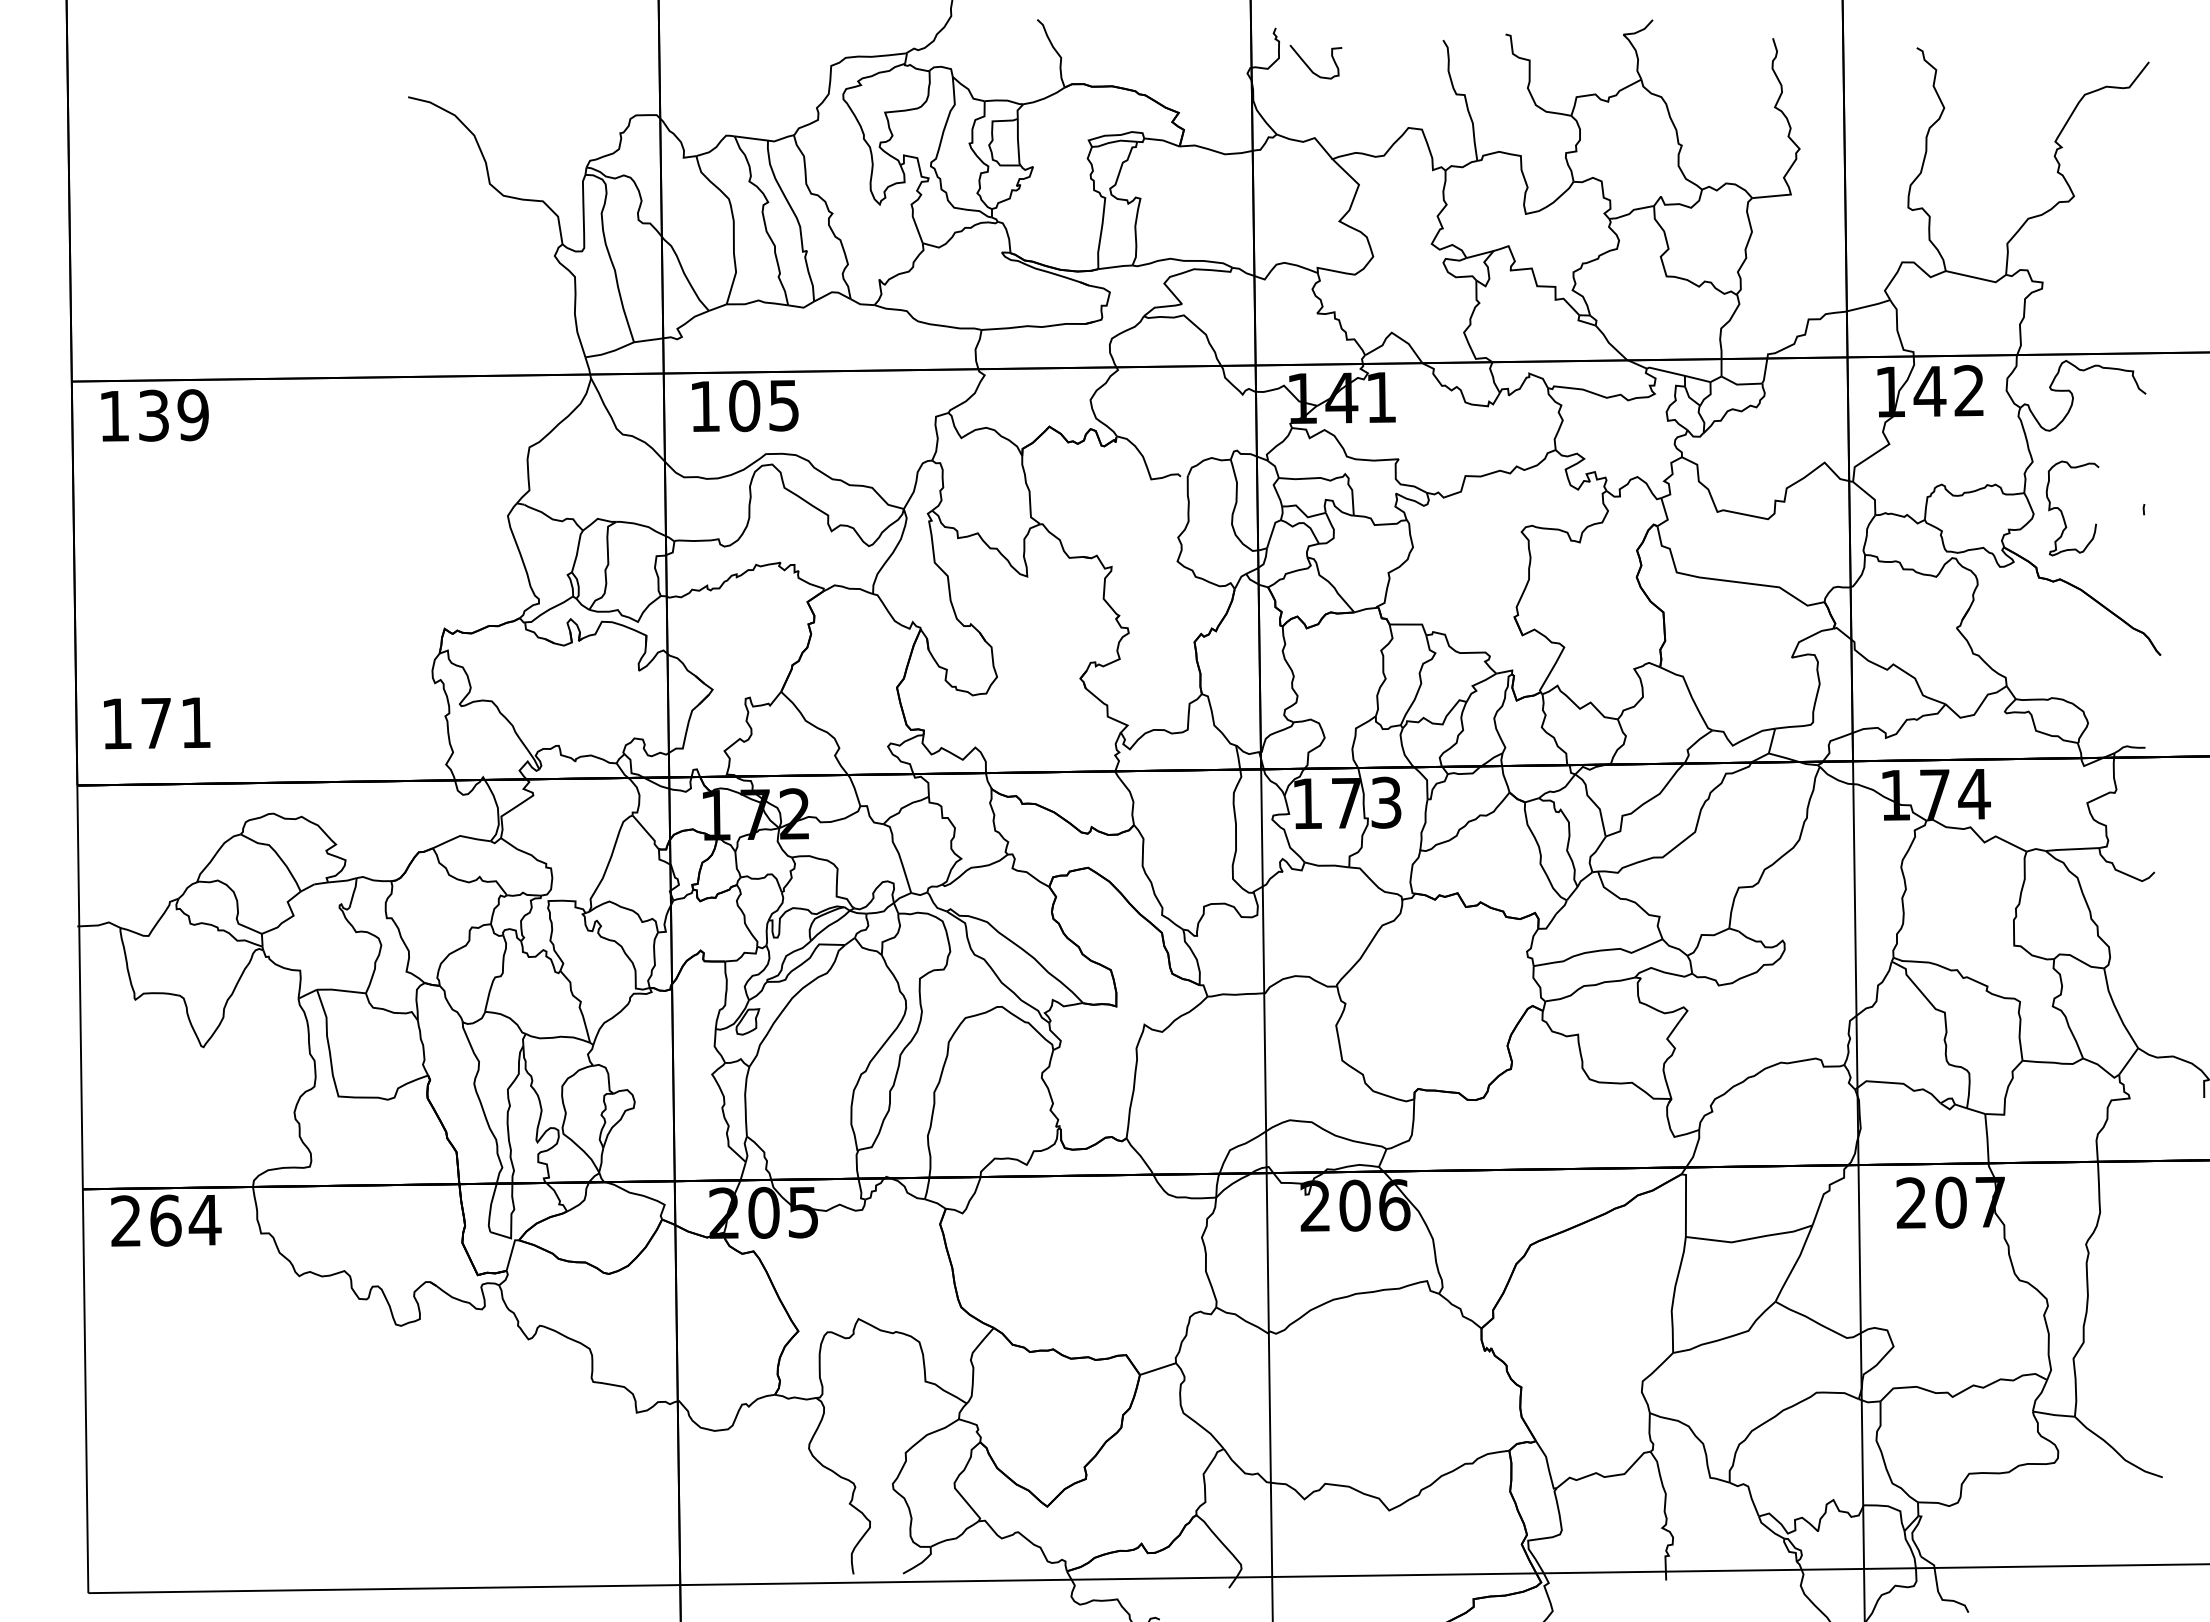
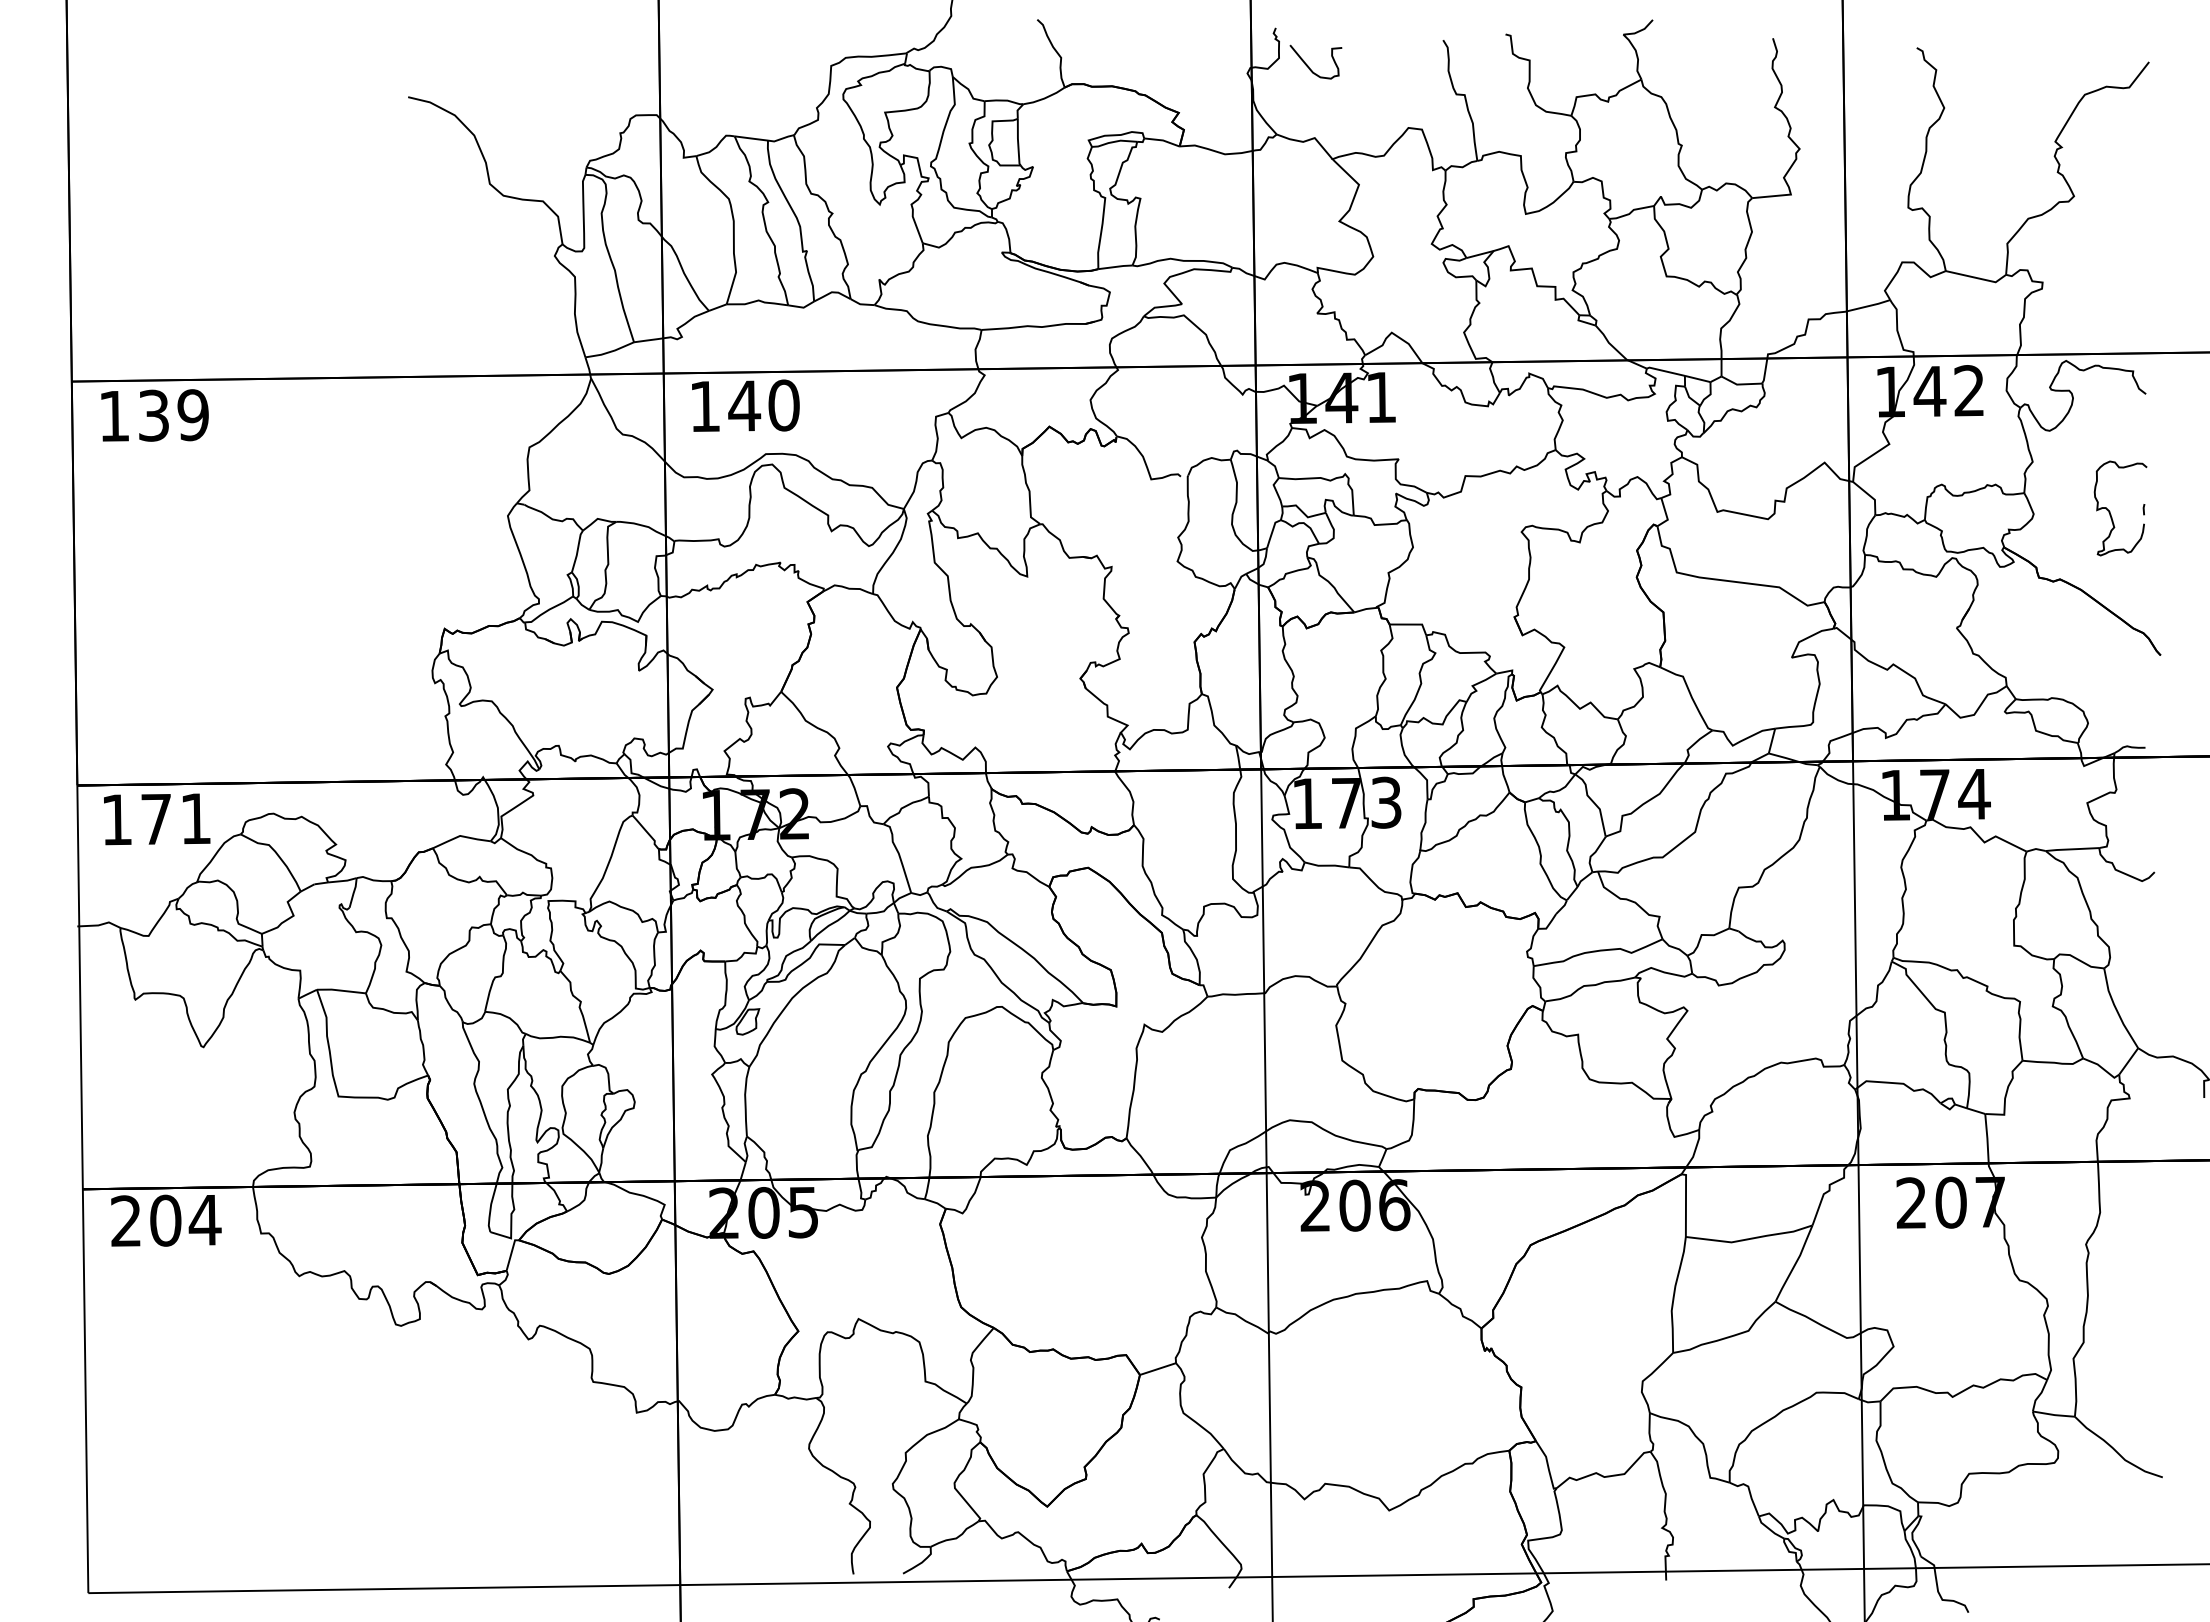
text at (763, 405): 105 -> 140
curve at (2062, 511) position: (2062, 511) -> (2110, 511)
text at (157, 723) position: (157, 723) -> (157, 819)
text at (165, 1220): 264 -> 204
